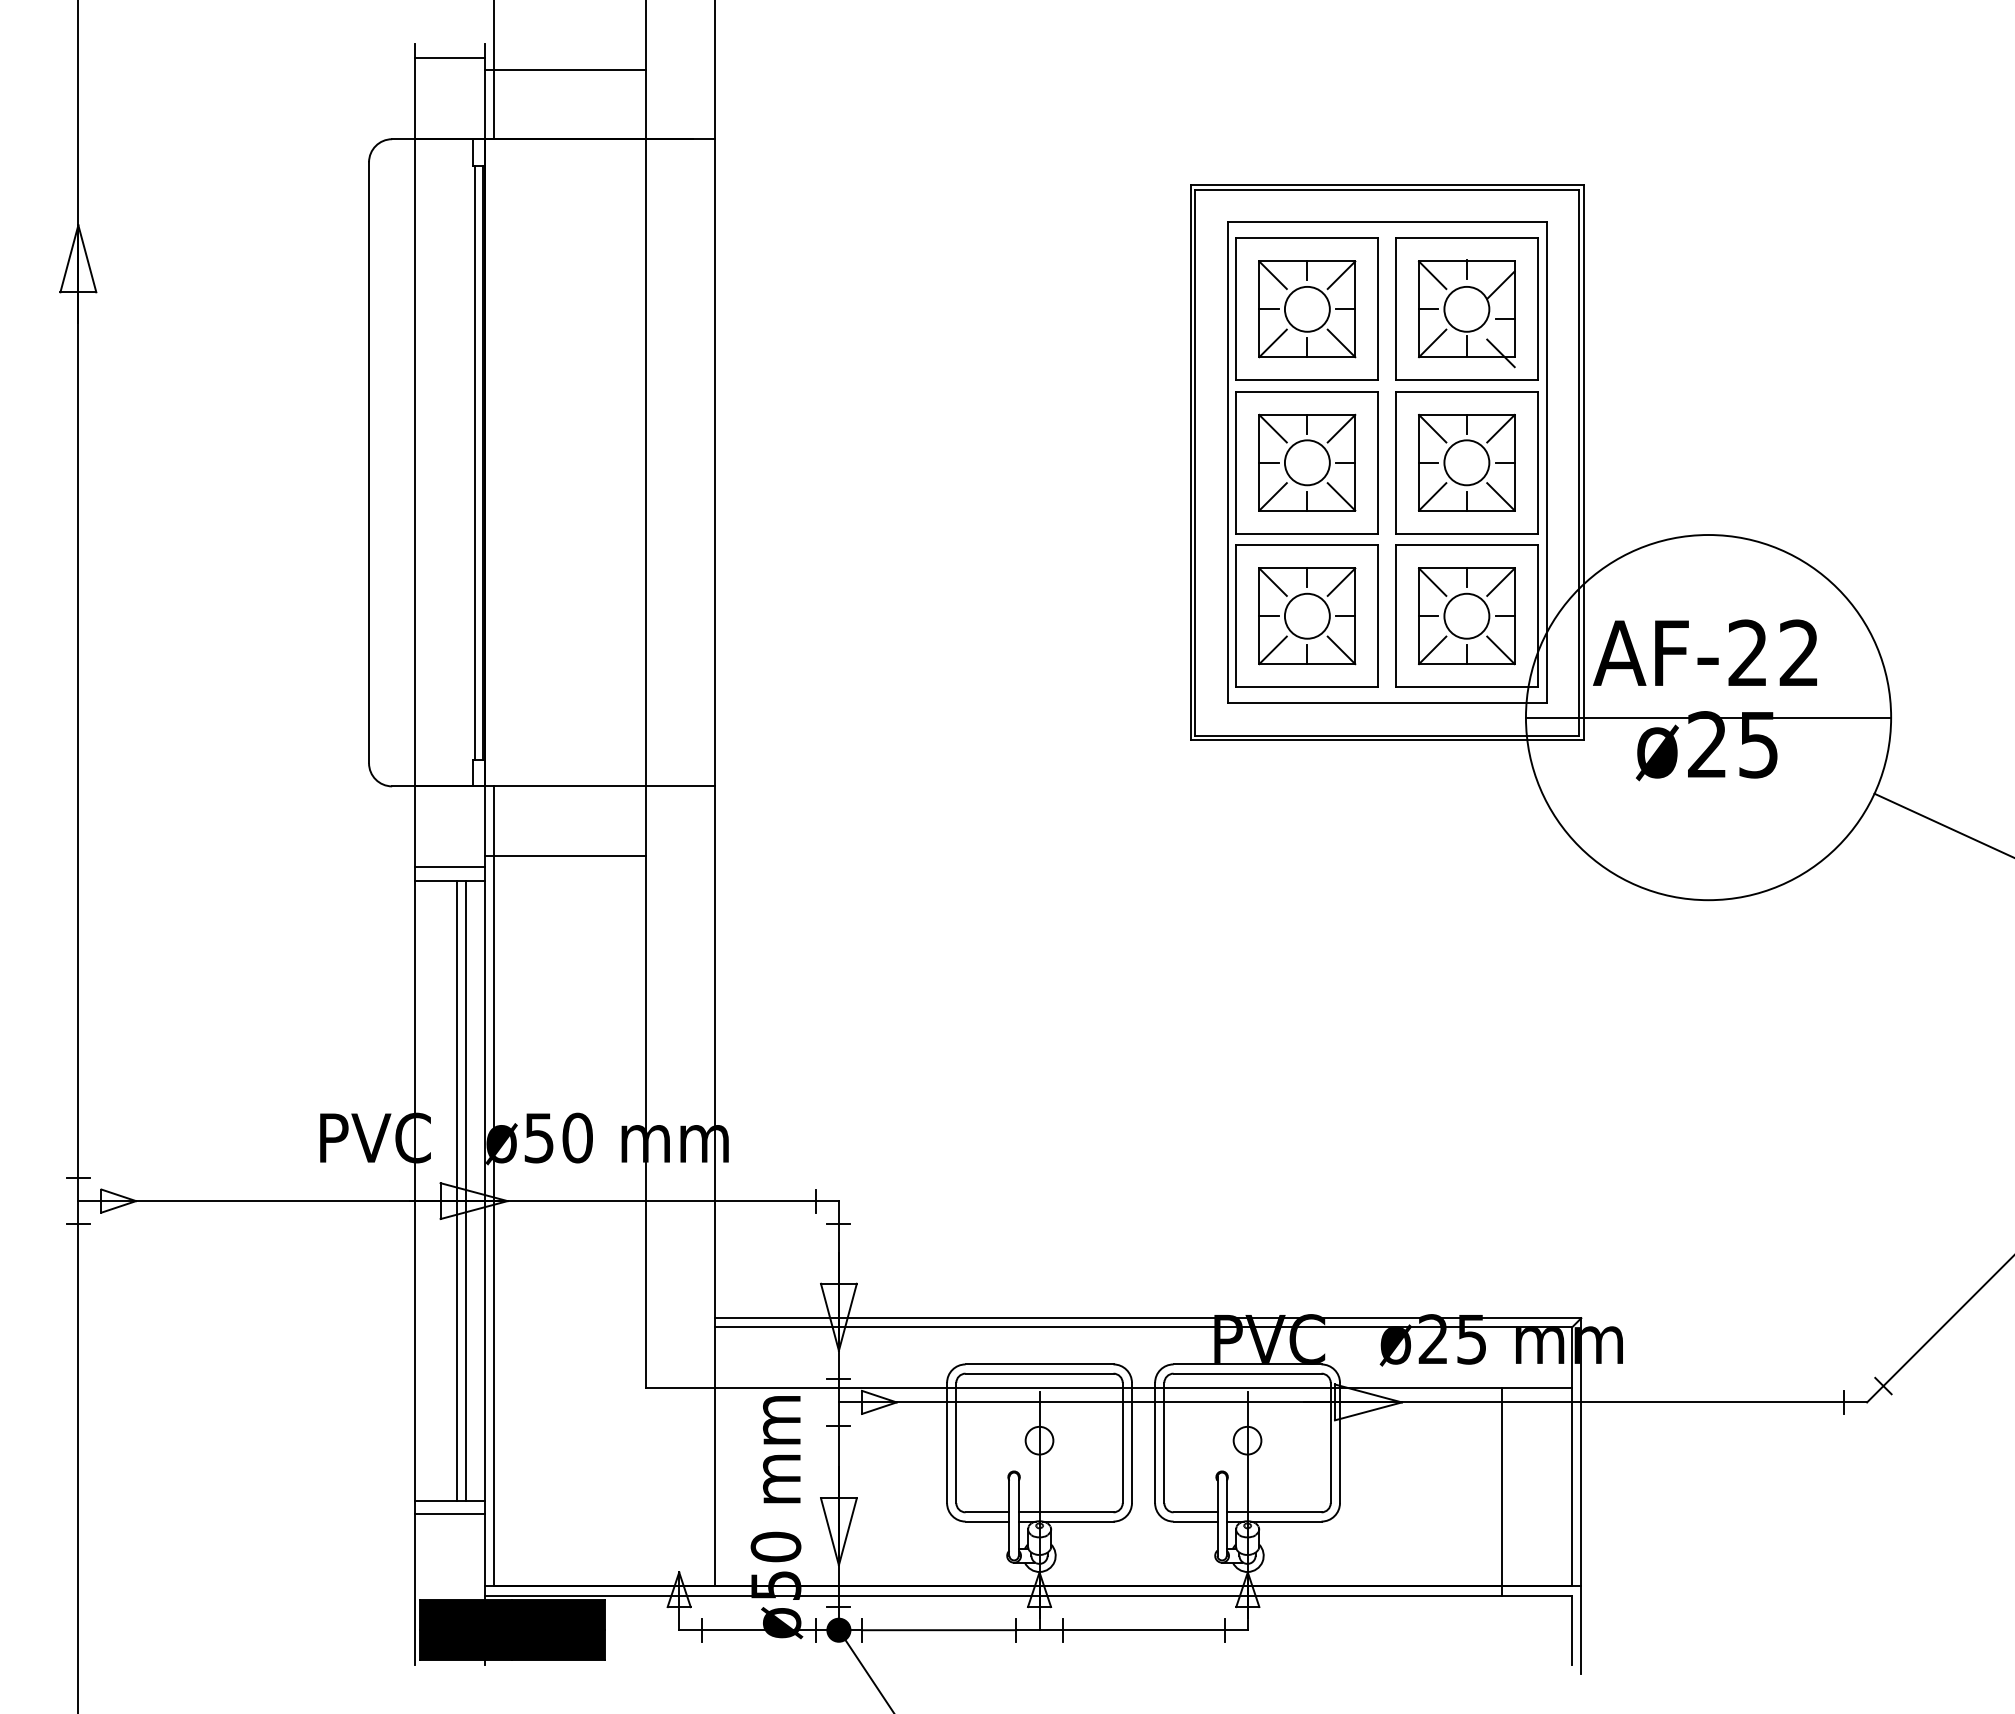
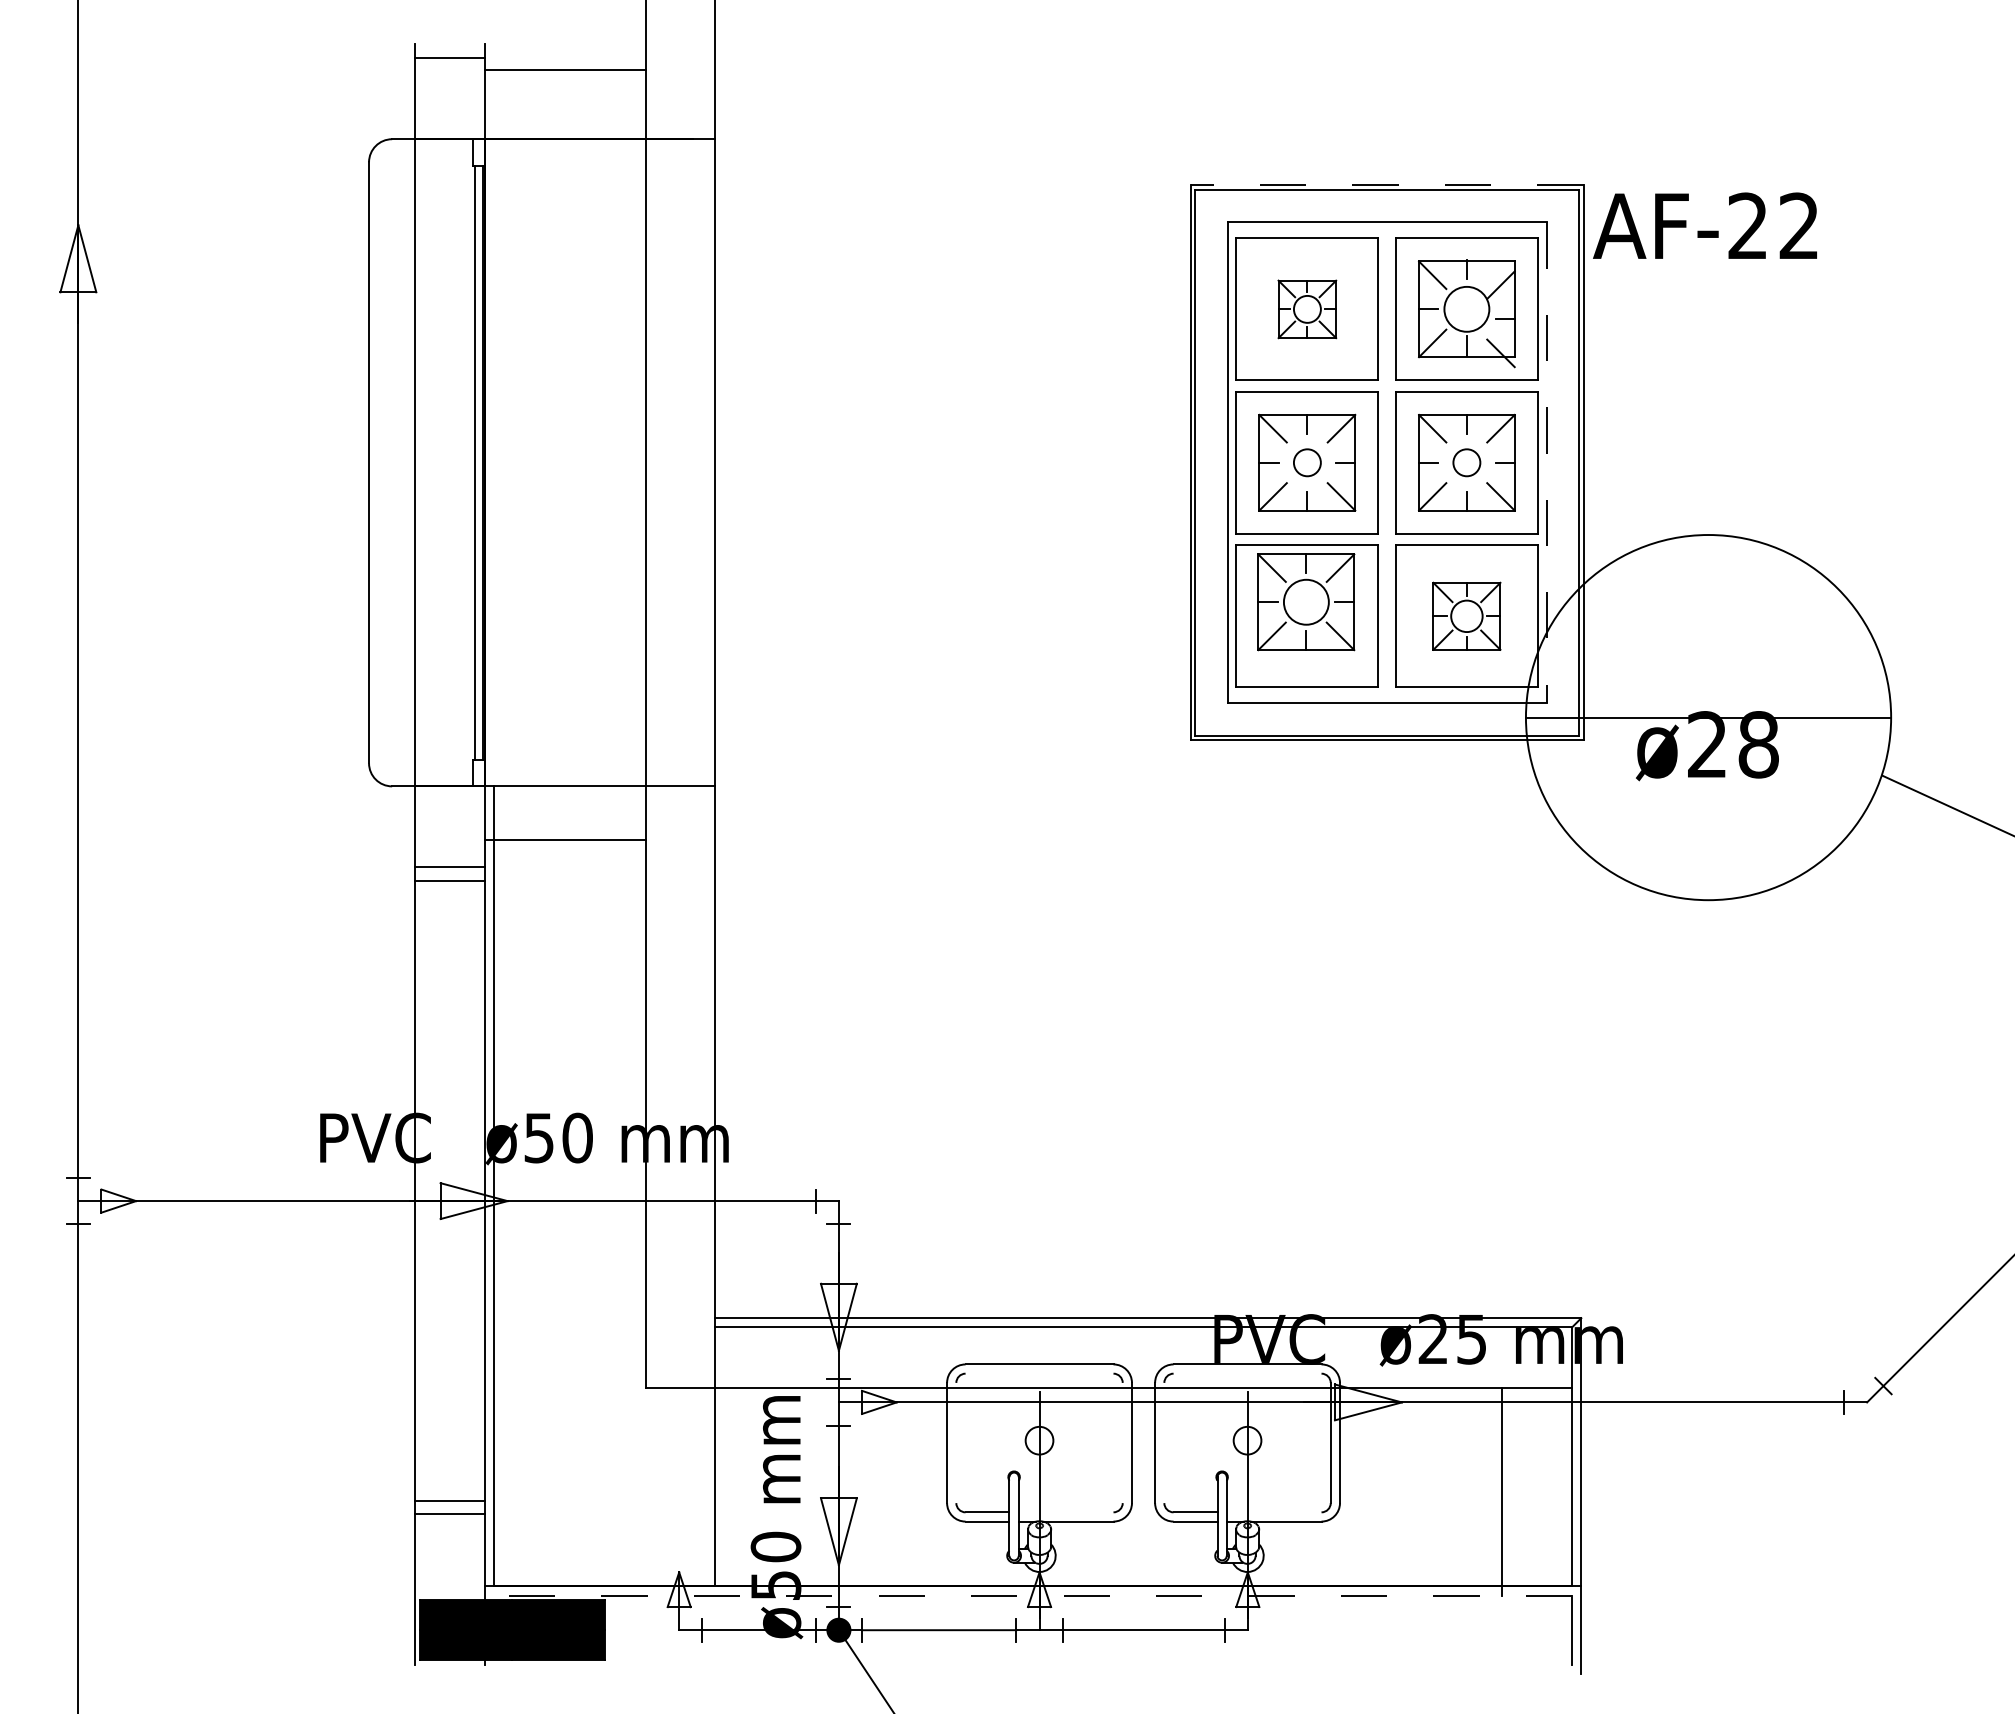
line at (493, 70): present -> none
line at (1386, 185): solid -> dashed
part at (1307, 309) size: 99x99 px -> 61x61 px
circle at (1306, 462) diameter: 45 px -> 27 px
circle at (1466, 462) diameter: 45 px -> 27 px
line at (1546, 463): solid -> dashed
part at (1307, 616) position: (1307, 616) -> (1306, 602)
part at (1466, 616) size: 98x99 px -> 70x70 px
text at (1704, 652) position: (1704, 652) -> (1704, 225)
text at (1758, 744): ø25 -> ø28
line at (1942, 824) position: (1942, 824) -> (1946, 805)
line at (564, 855) position: (564, 855) -> (564, 839)
line at (456, 1190): present -> none
line at (466, 1190): present -> none
line at (1039, 1373): present -> none
line at (1247, 1373): present -> none
line at (956, 1442): present -> none
line at (1122, 1442): present -> none
line at (1164, 1442): present -> none
line at (1065, 1512): present -> none
line at (1273, 1512): present -> none
line at (1028, 1595): solid -> dashed
